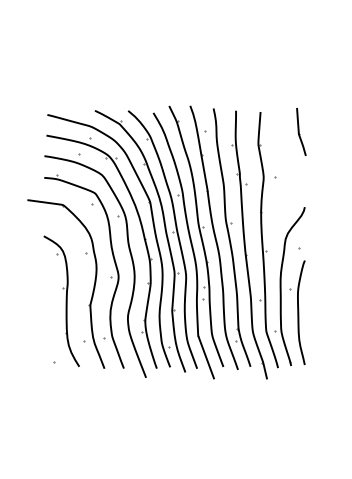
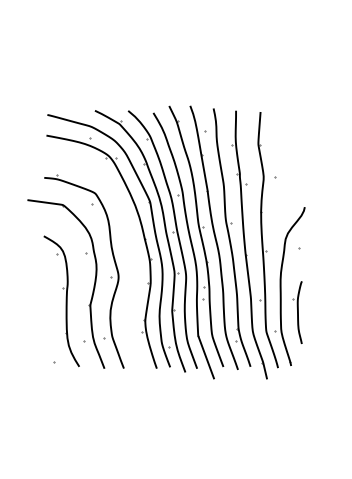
part at (301, 131): present -> none
part at (129, 253): present -> none
part at (297, 312) size: 17x105 px -> 11x63 px
